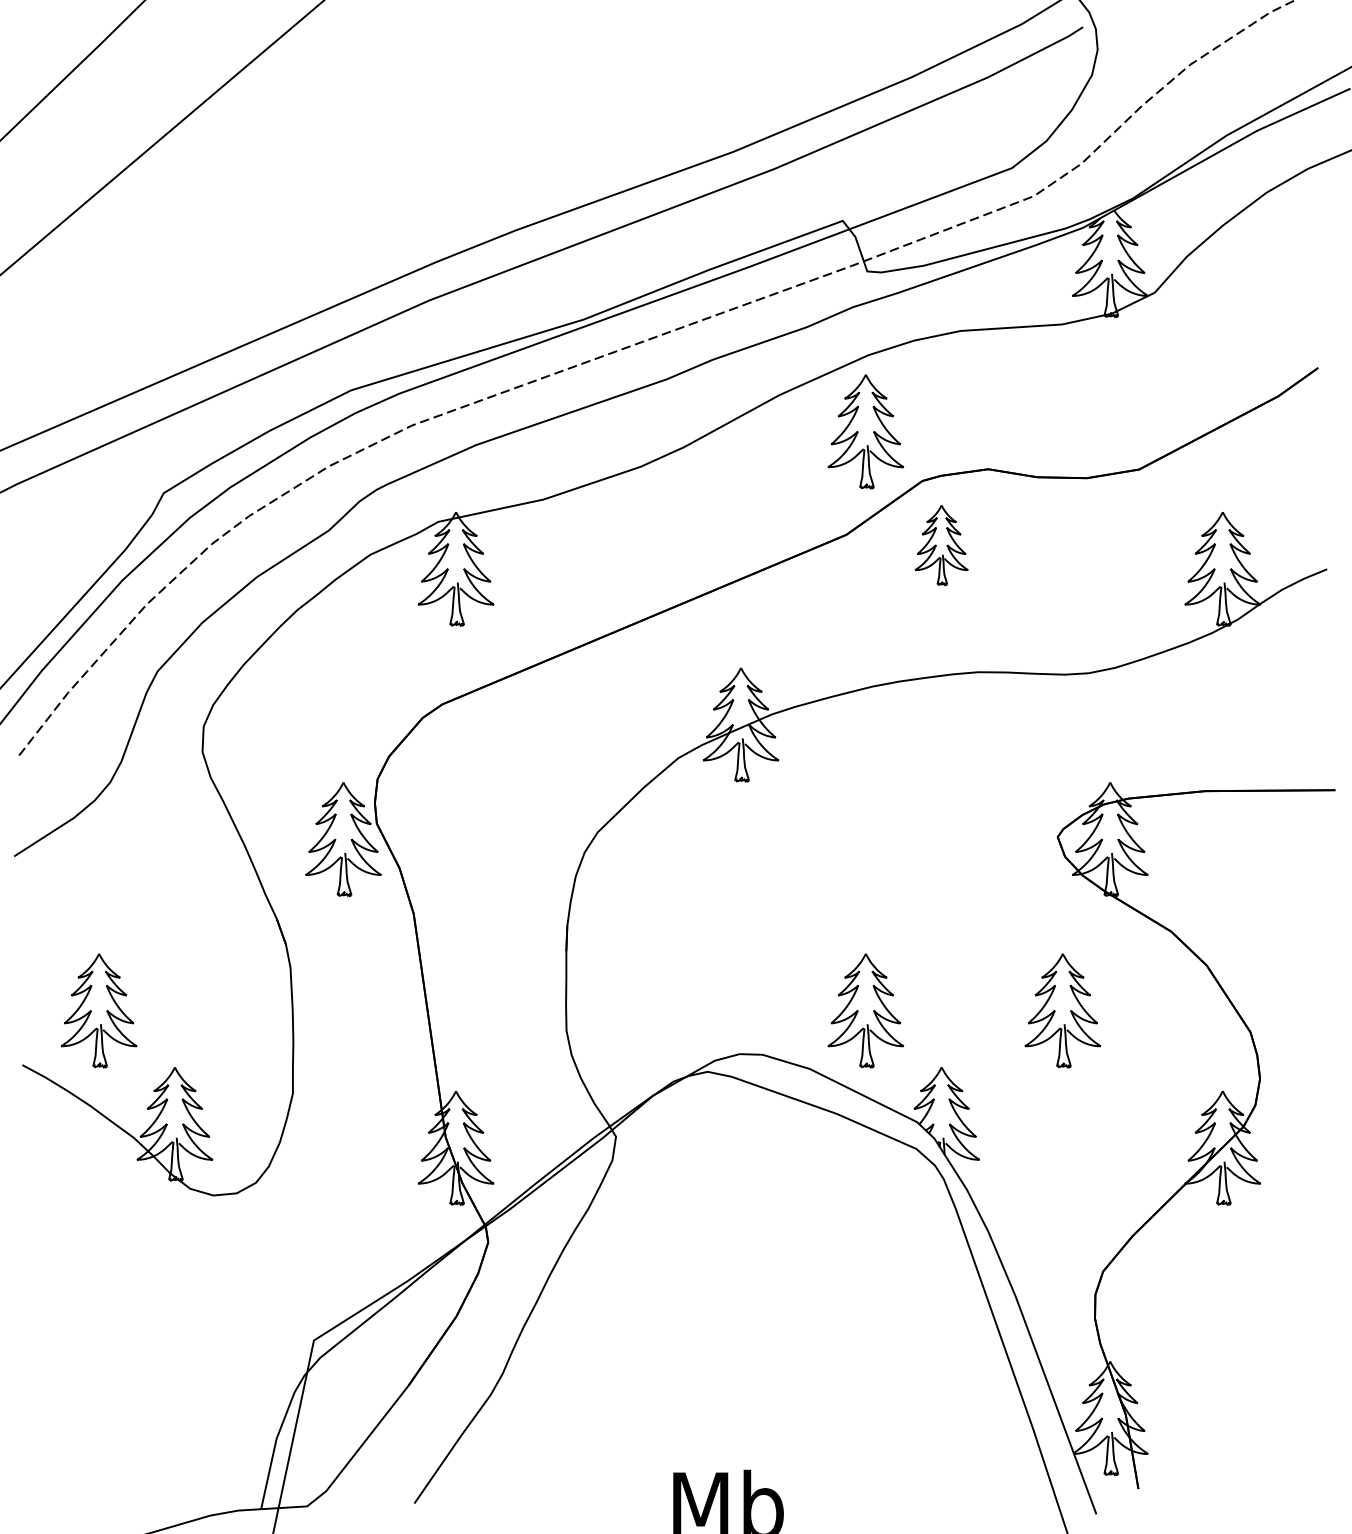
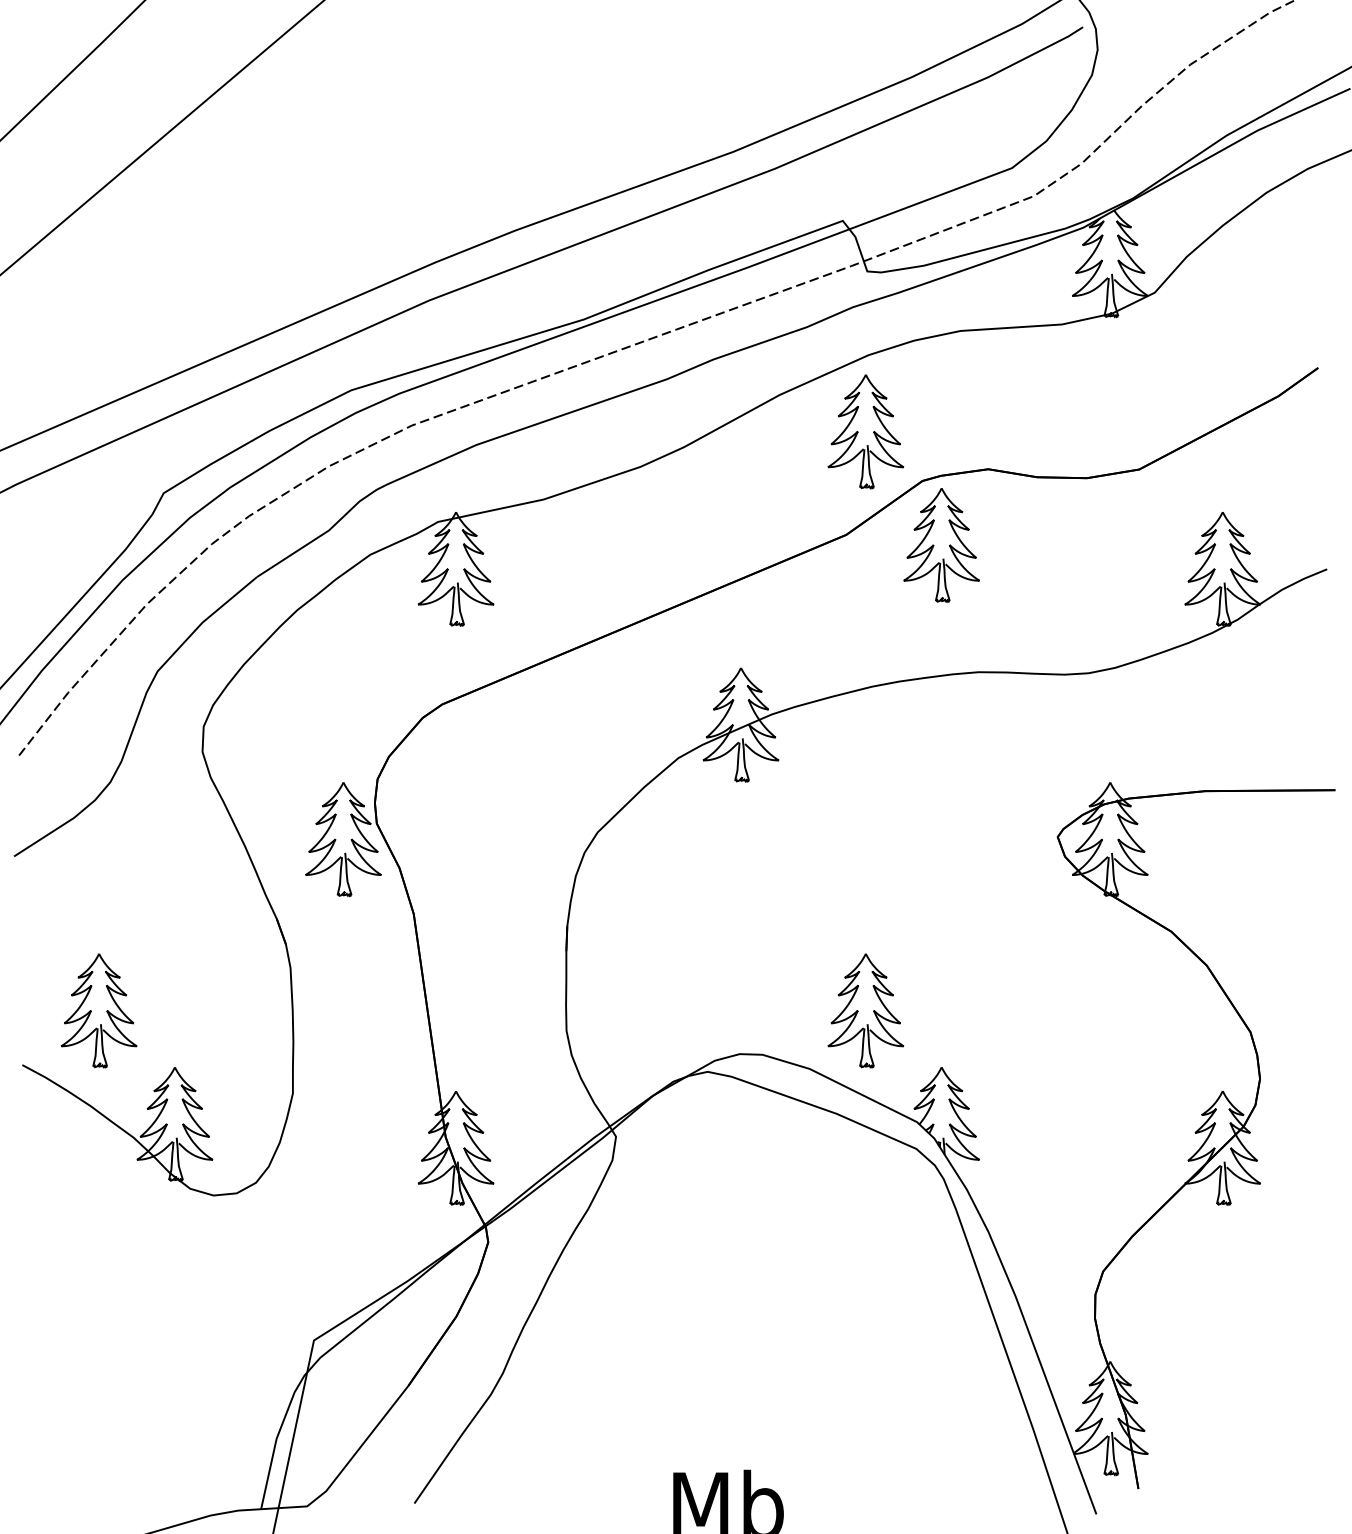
part at (941, 545) size: 55x82 px -> 77x115 px
part at (1062, 1010): present -> none
